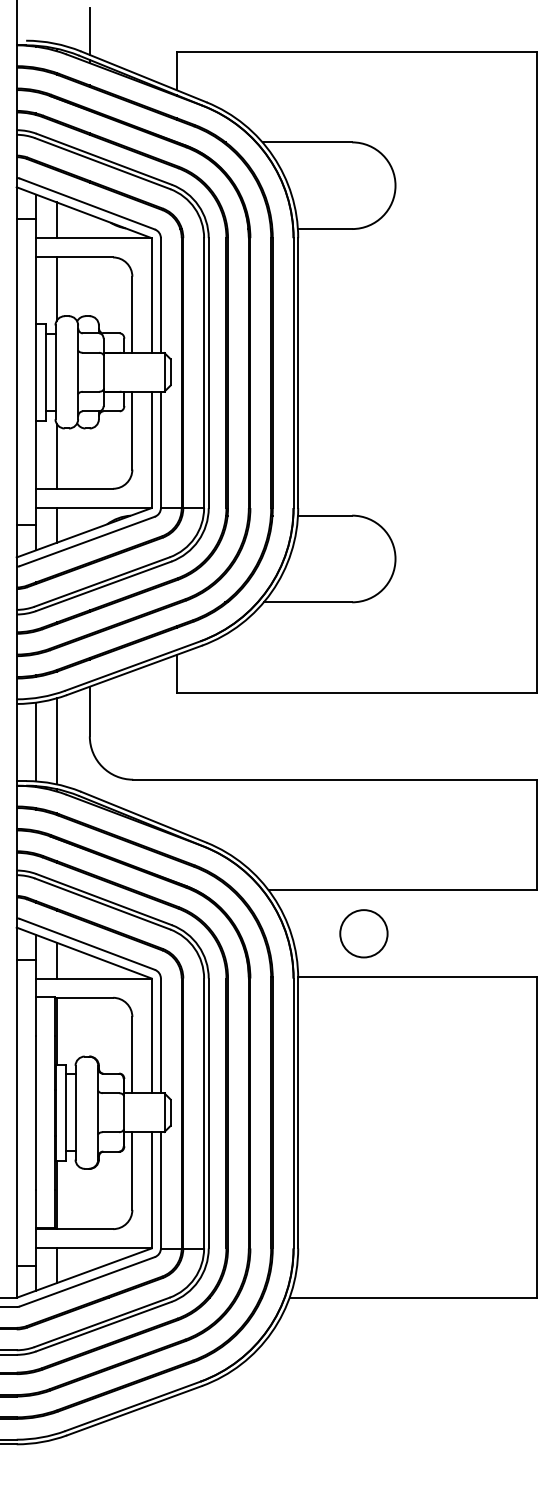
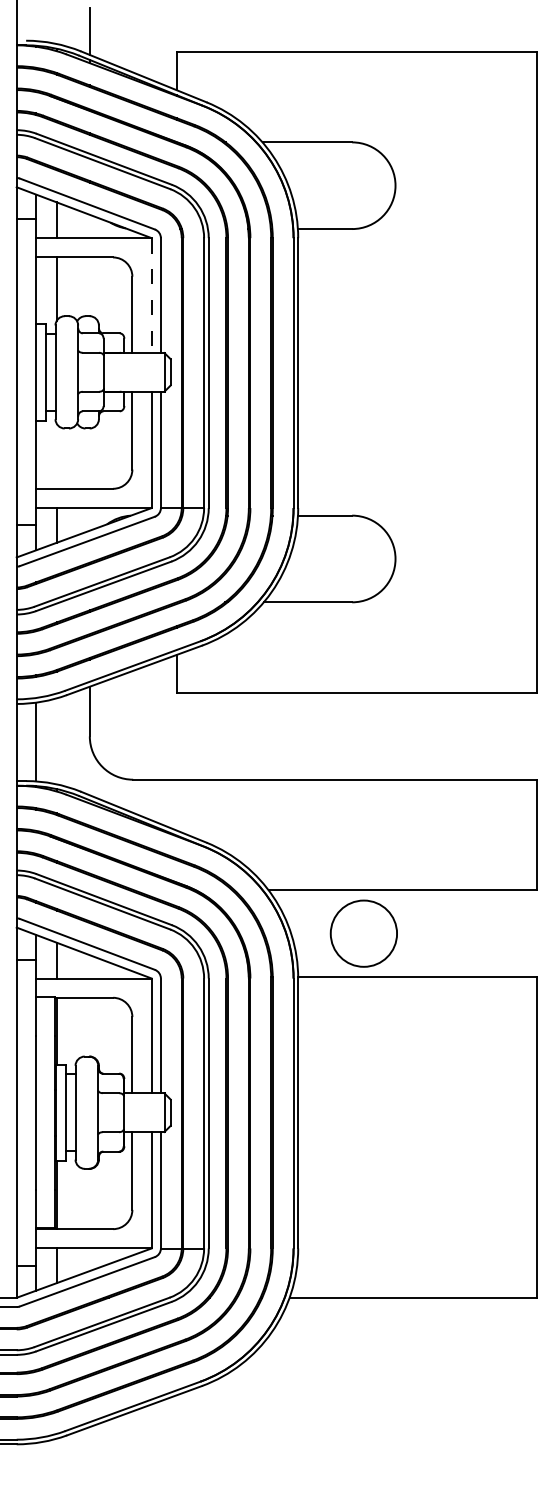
line at (151, 296): solid -> dashed
line at (56, 455): present -> none
line at (56, 741): present -> none
circle at (363, 933) size: 50x50 px -> 69x69 px
